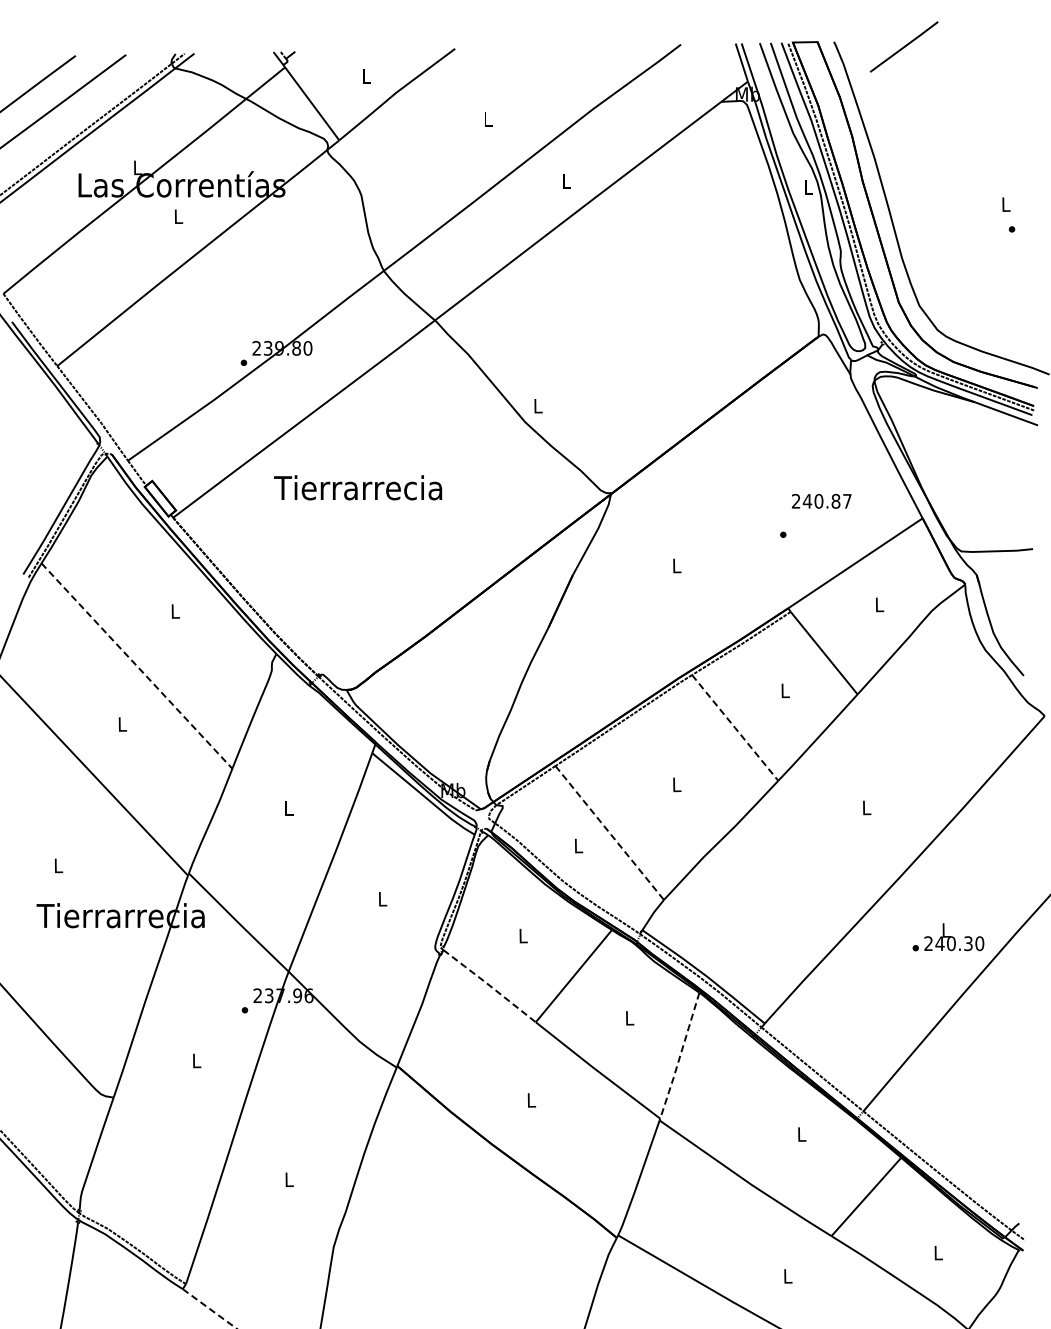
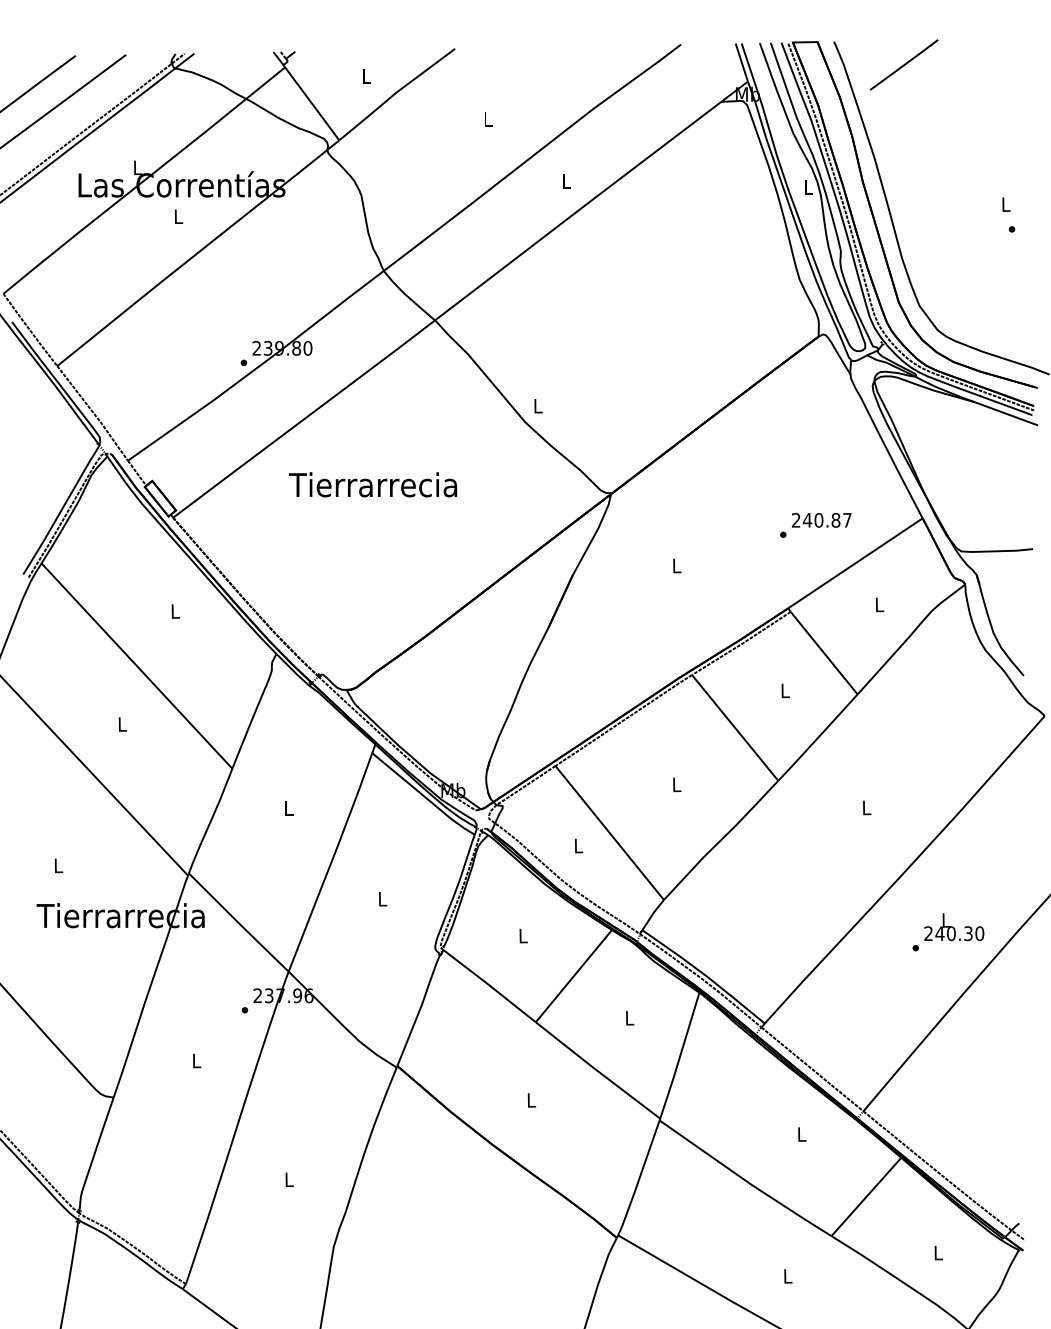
line at (903, 46) position: (903, 46) -> (903, 64)
text at (358, 487) position: (358, 487) -> (373, 484)
text at (821, 501) position: (821, 501) -> (821, 520)
line at (136, 666): dashed -> solid
line at (735, 727): dashed -> solid
line at (609, 833): dashed -> solid
text at (954, 937) position: (954, 937) -> (954, 927)
line at (489, 985): dashed -> solid
line at (680, 1056): dashed -> solid
line at (210, 1309): dashed -> solid
